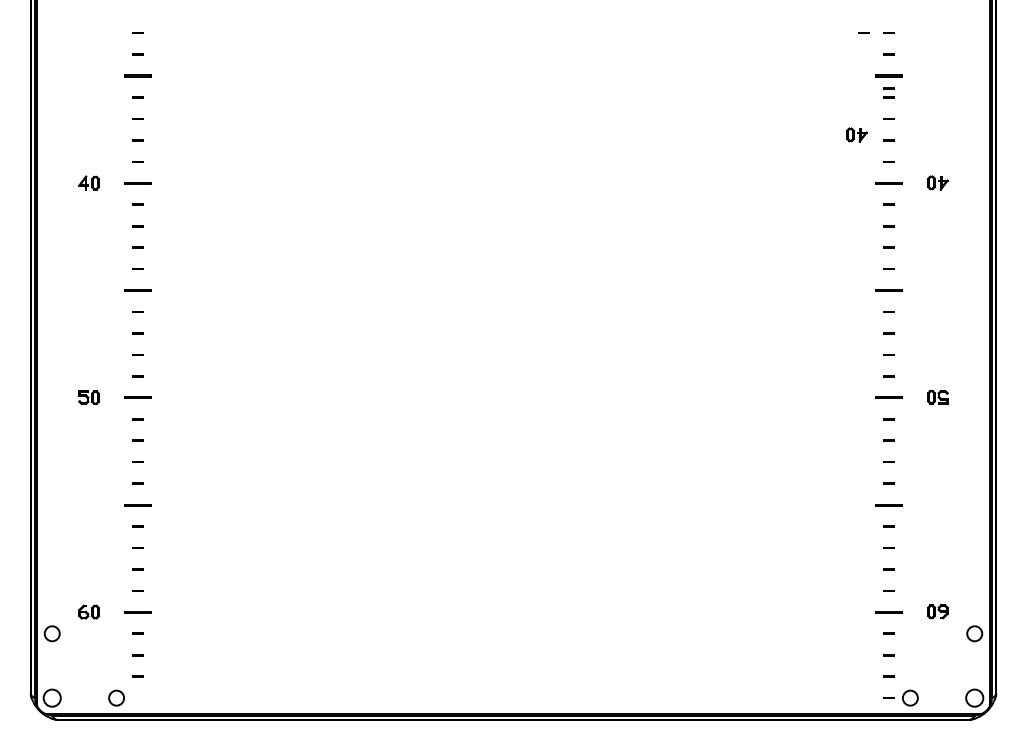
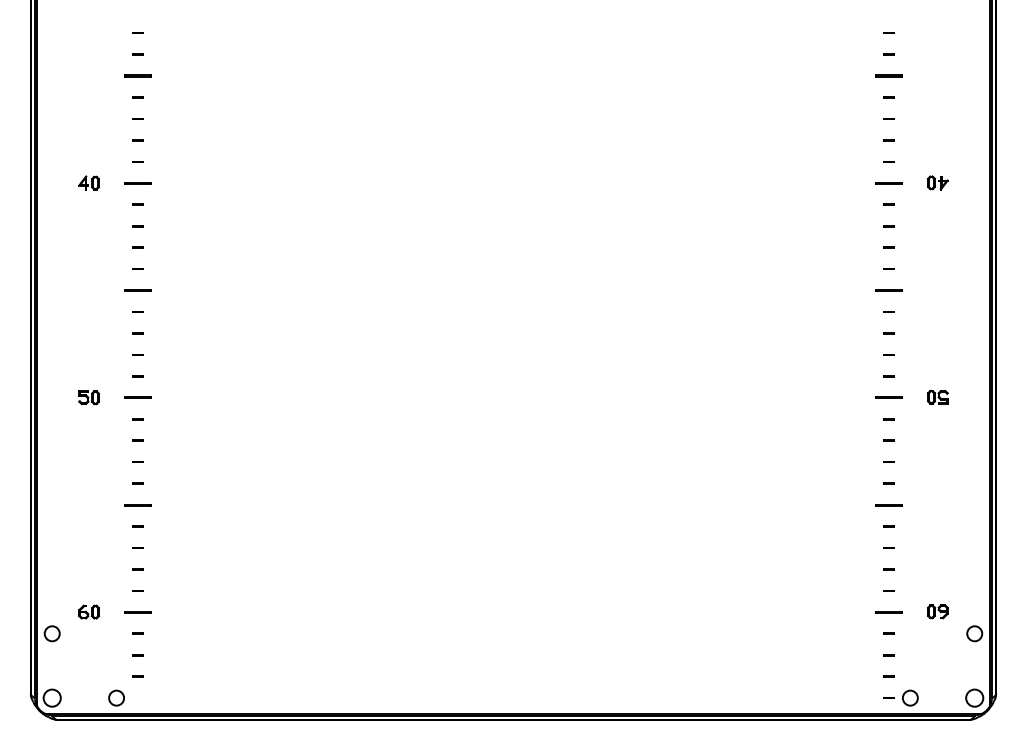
line at (863, 32): present -> none
line at (888, 88): present -> none
part at (856, 134): present -> none
